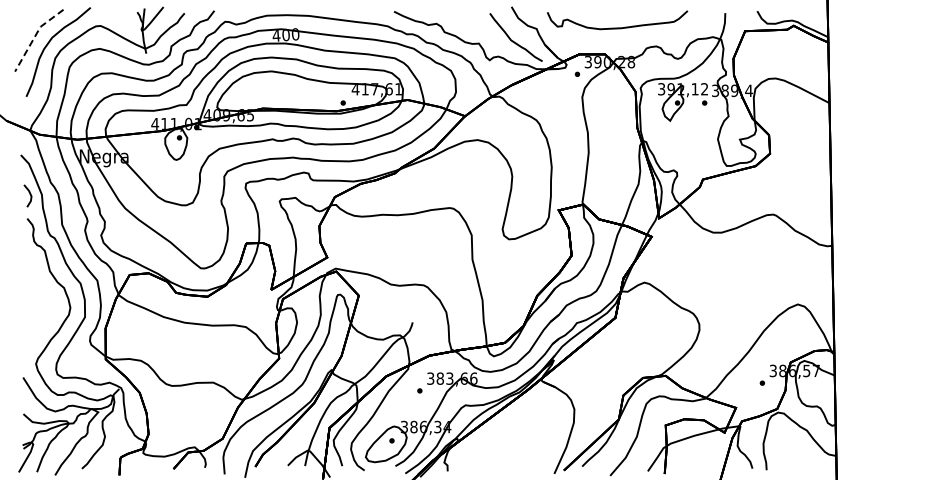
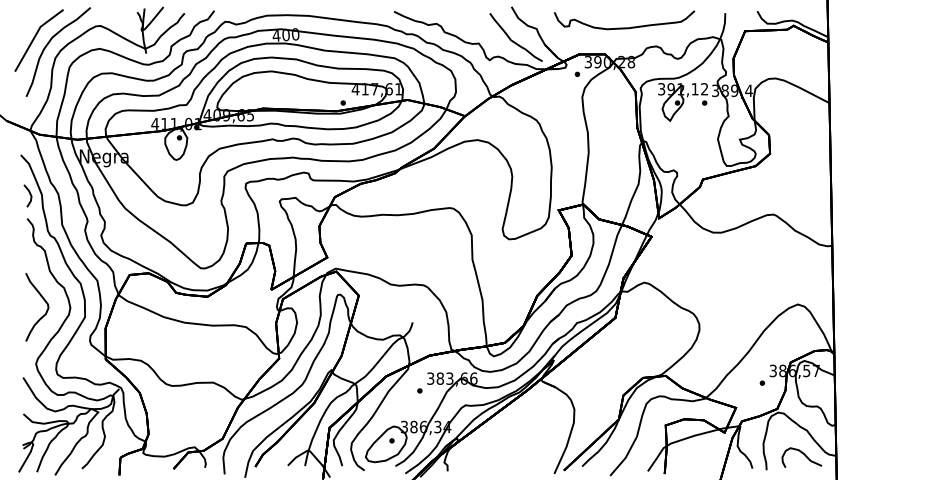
curve at (617, 27) position: (617, 27) -> (624, 27)
line at (35, 36): dashed -> solid
curve at (43, 300): none -> present
curve at (803, 454): none -> present
